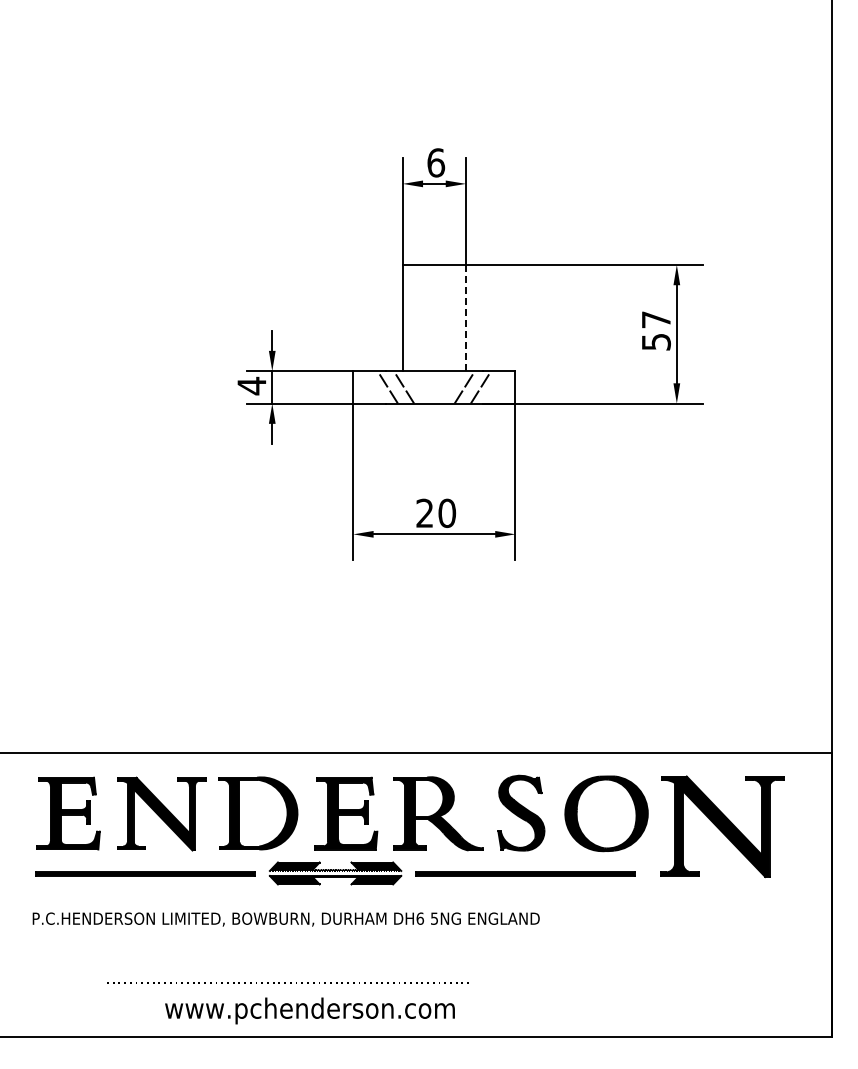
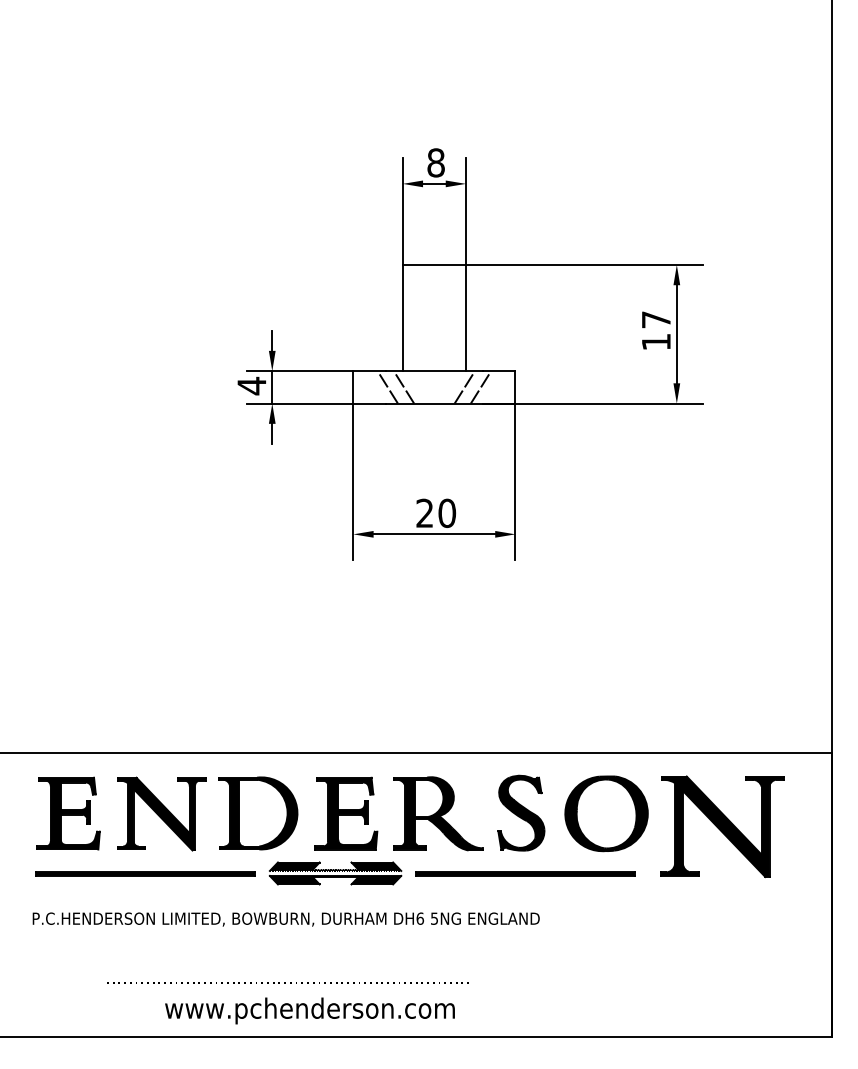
text at (436, 162): 6 -> 8
line at (466, 317): dashed -> solid
text at (656, 342): 57 -> 17
